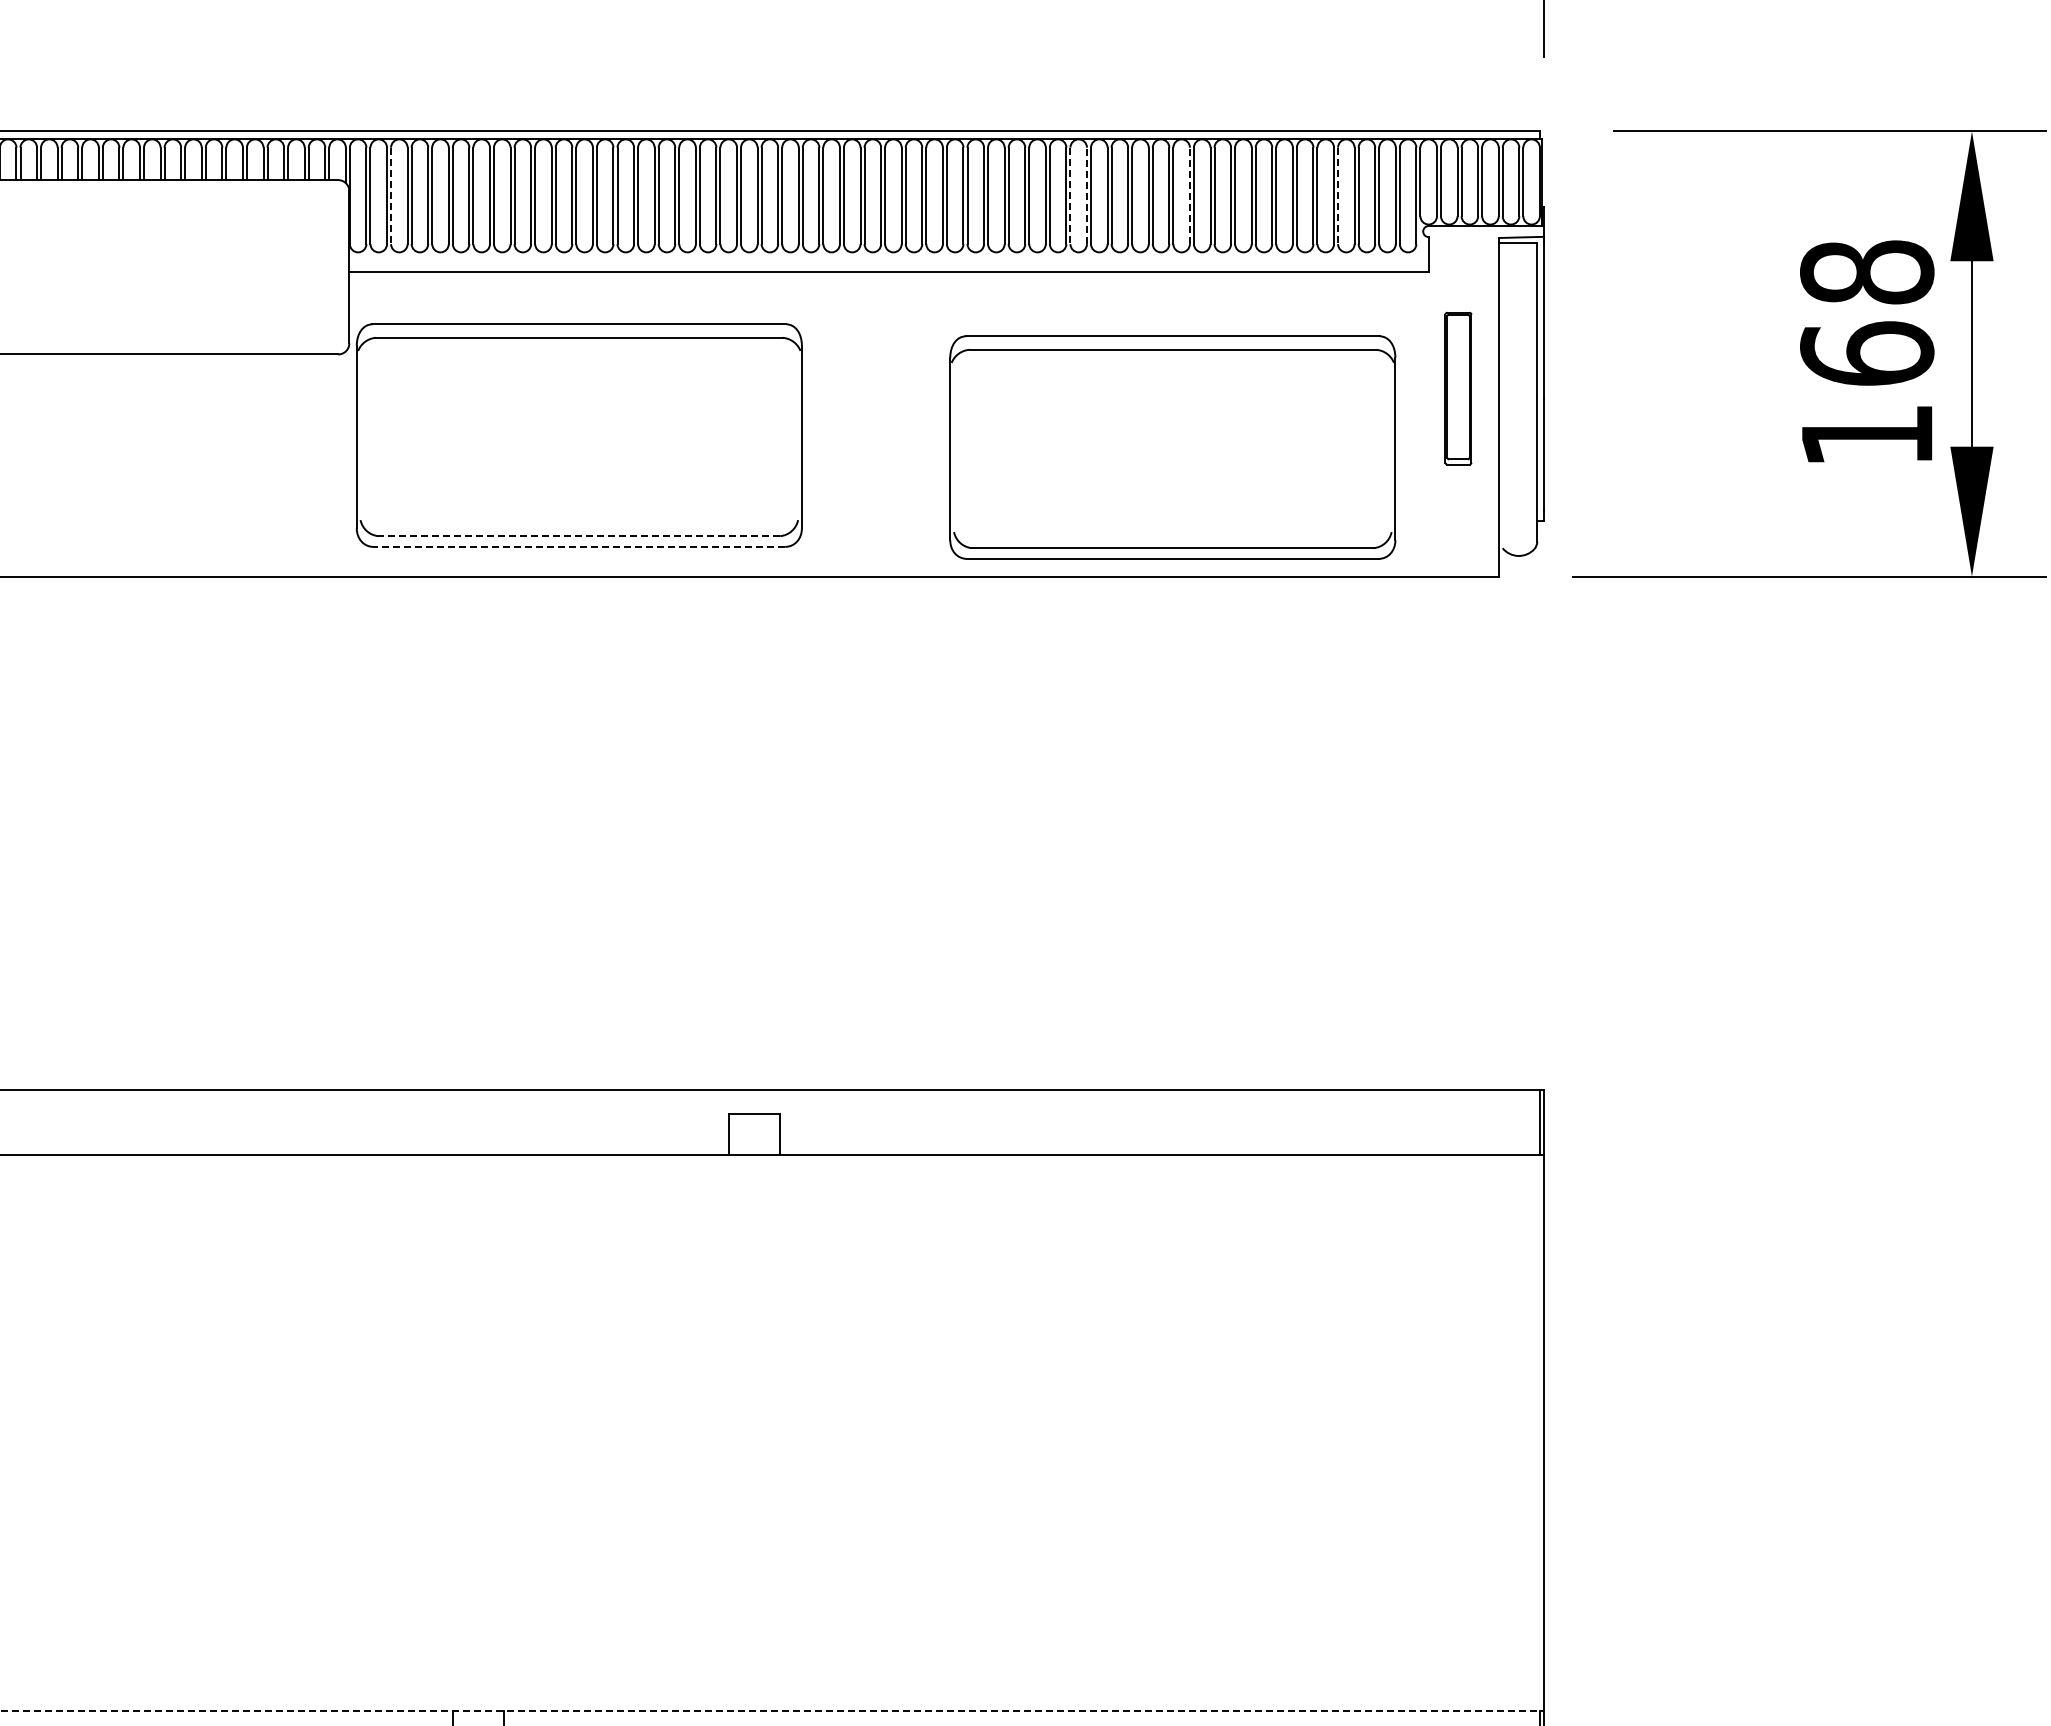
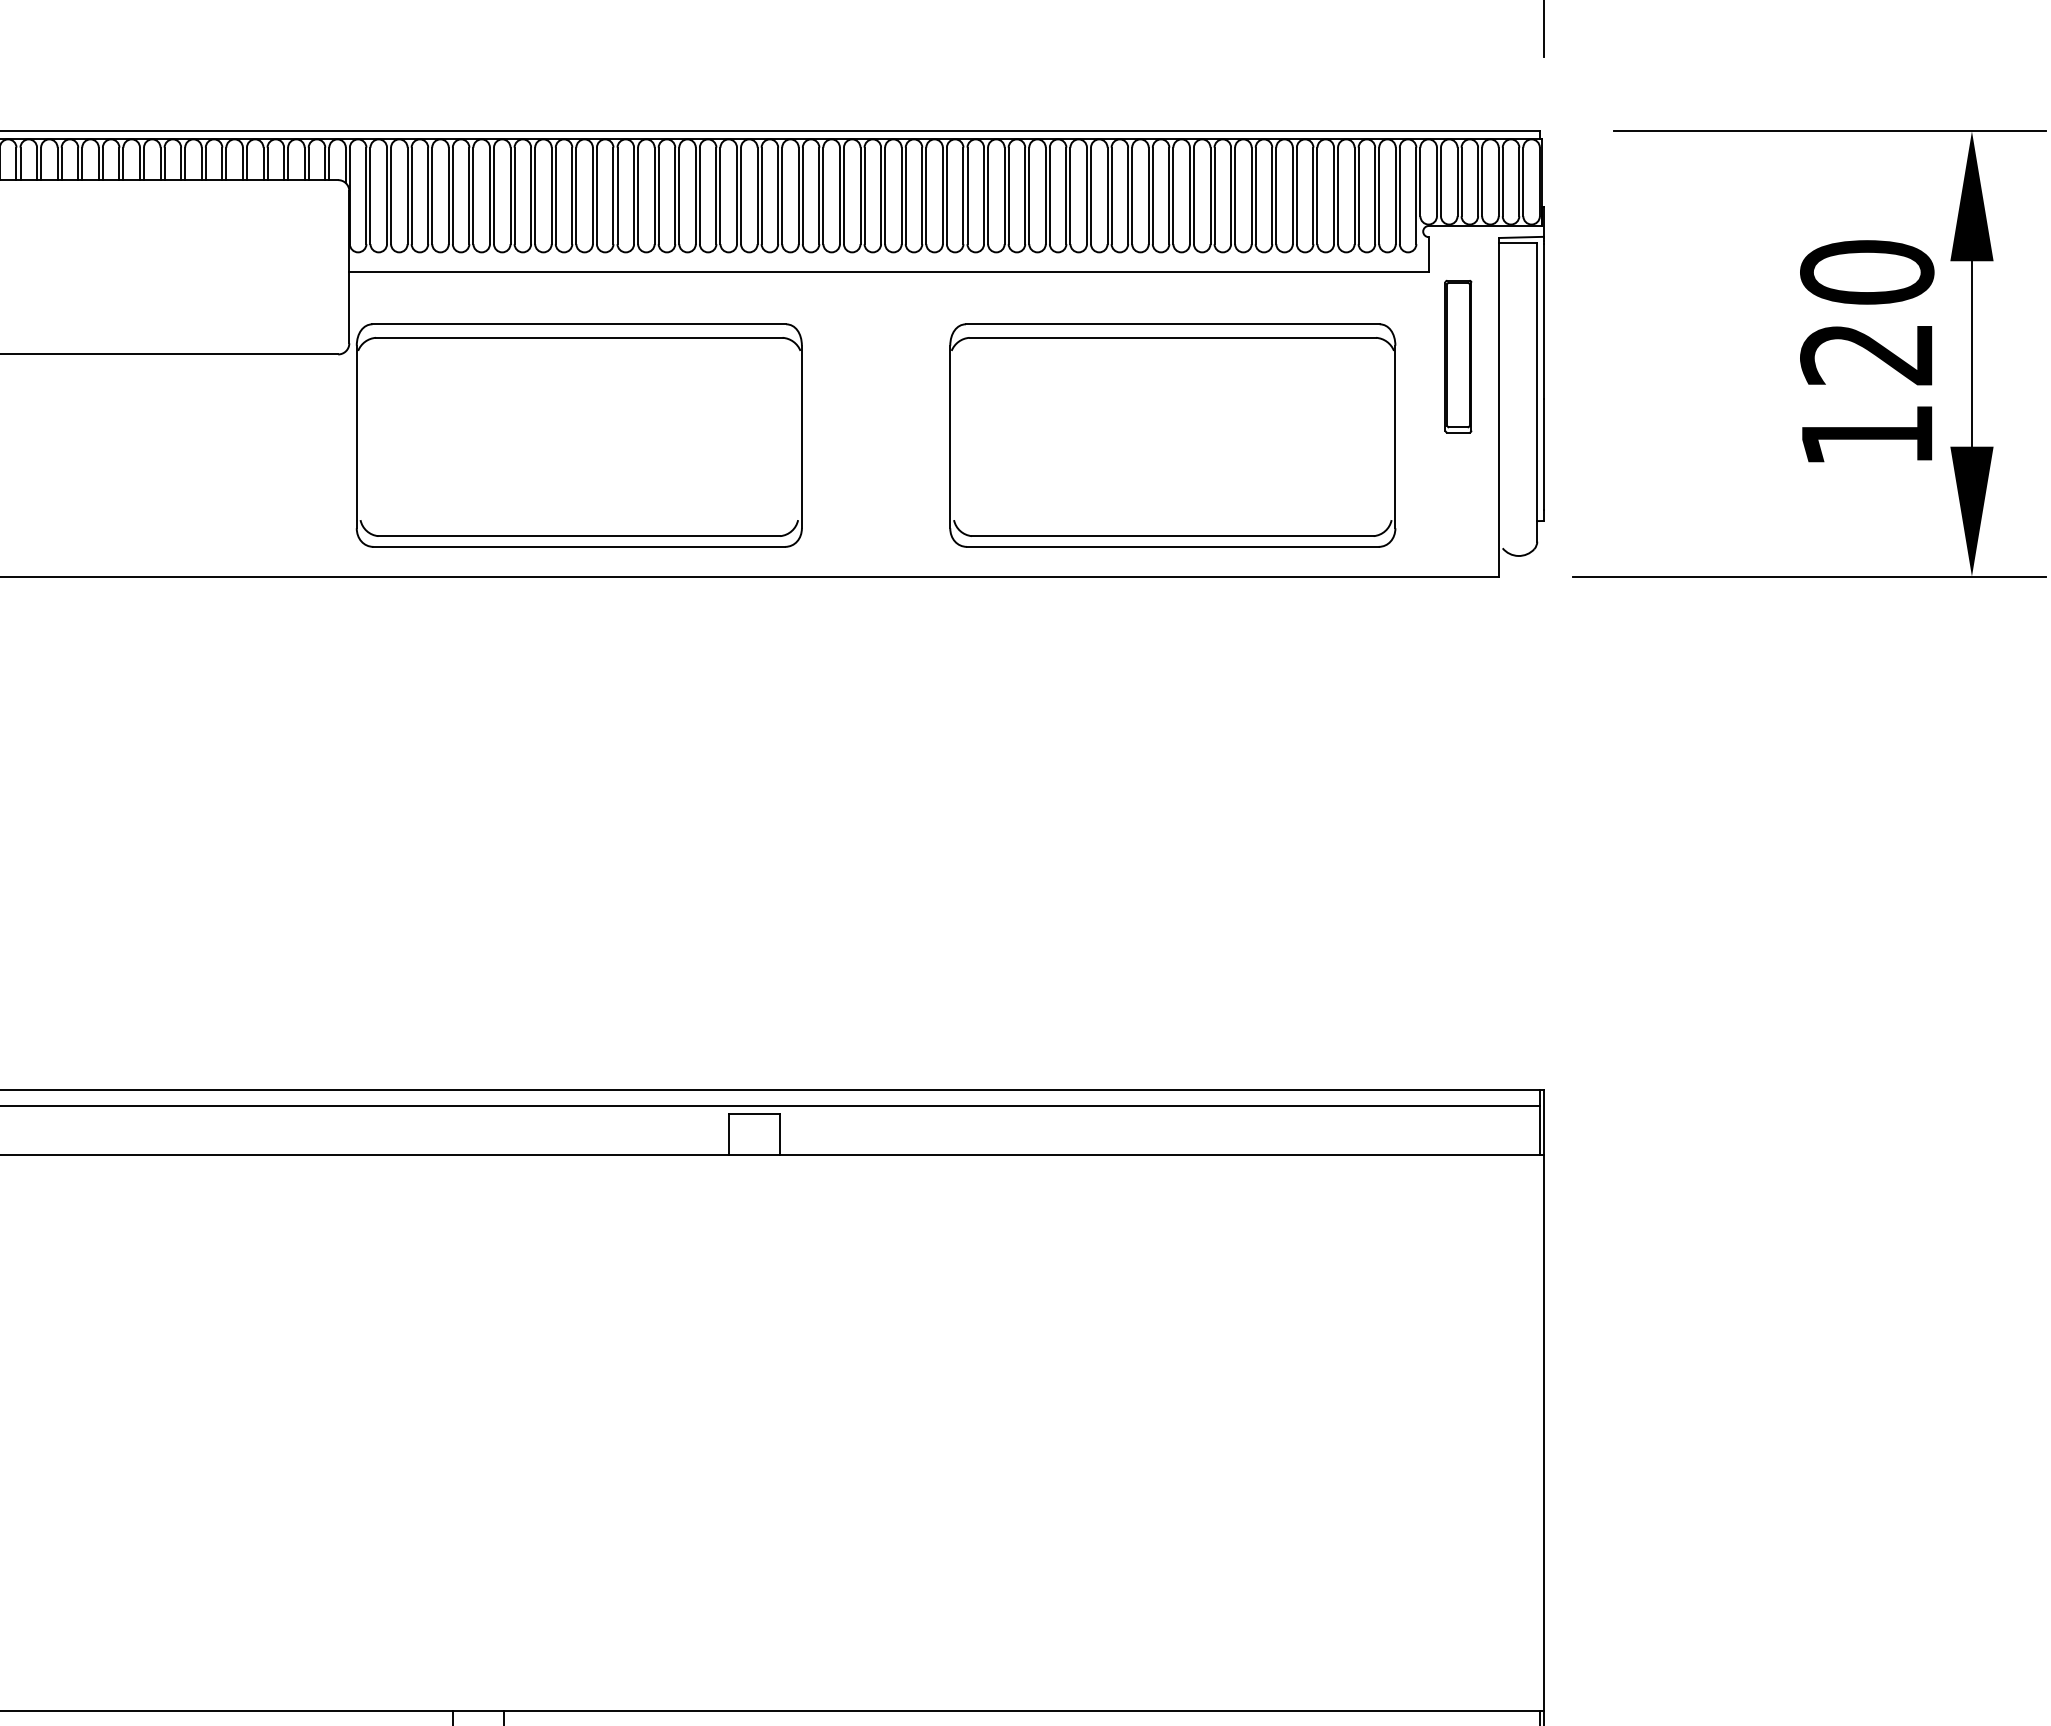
line at (1086, 195): dashed -> solid
line at (1189, 195): dashed -> solid
line at (391, 196): dashed -> solid
line at (1070, 196): dashed -> solid
line at (1338, 196): dashed -> solid
text at (1867, 312): 168 -> 120
part at (1458, 388) position: (1458, 388) -> (1458, 356)
part at (1172, 447) position: (1172, 447) -> (1172, 435)
line at (579, 536): dashed -> solid
line at (579, 546): dashed -> solid
line at (771, 1105): none -> present
line at (771, 1711): dashed -> solid
